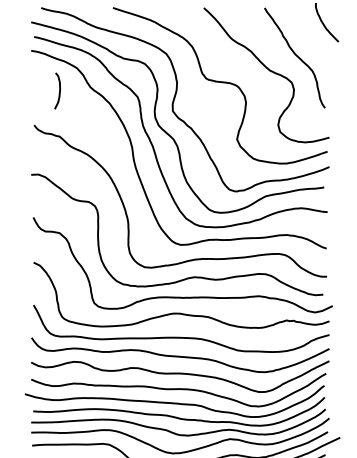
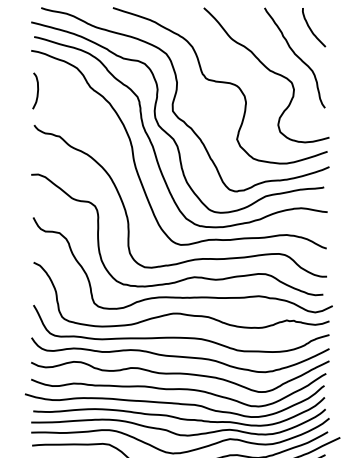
curve at (324, 23) position: (324, 23) -> (311, 28)
curve at (59, 90) position: (59, 90) -> (37, 90)
